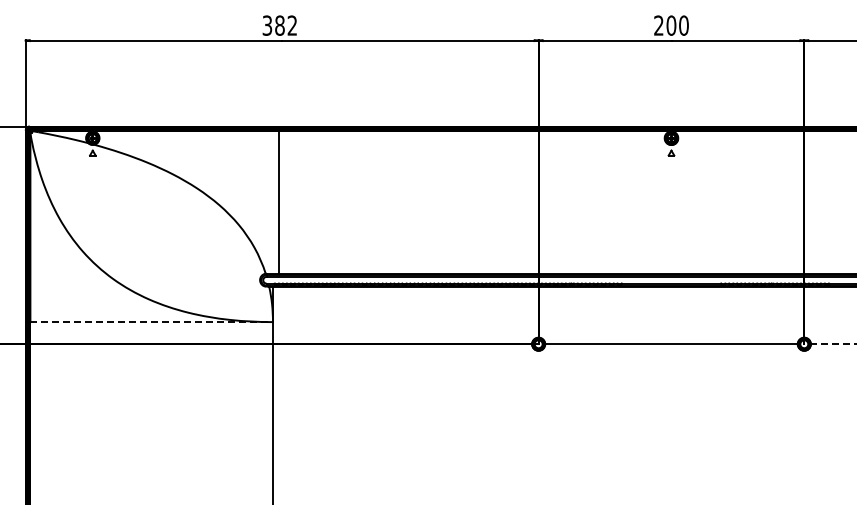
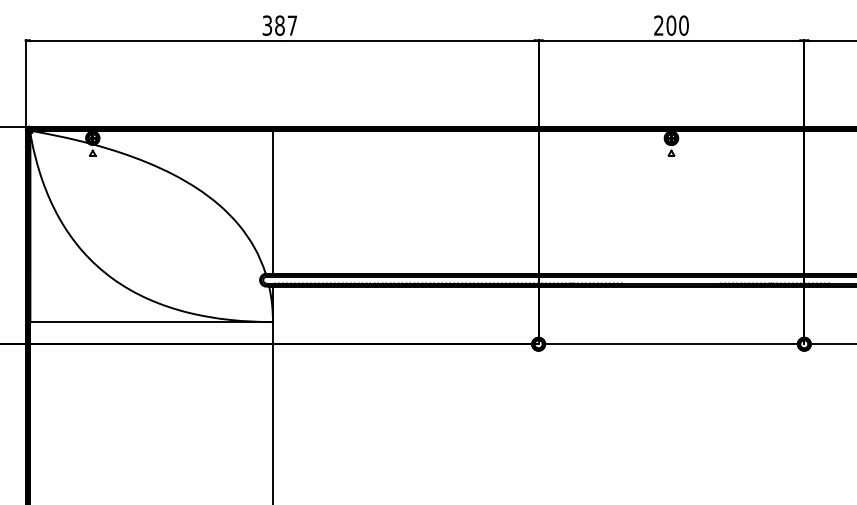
text at (292, 25): 382 -> 387
line at (278, 202) position: (278, 202) -> (272, 202)
line at (152, 322): dashed -> solid
line at (833, 344): dashed -> solid
